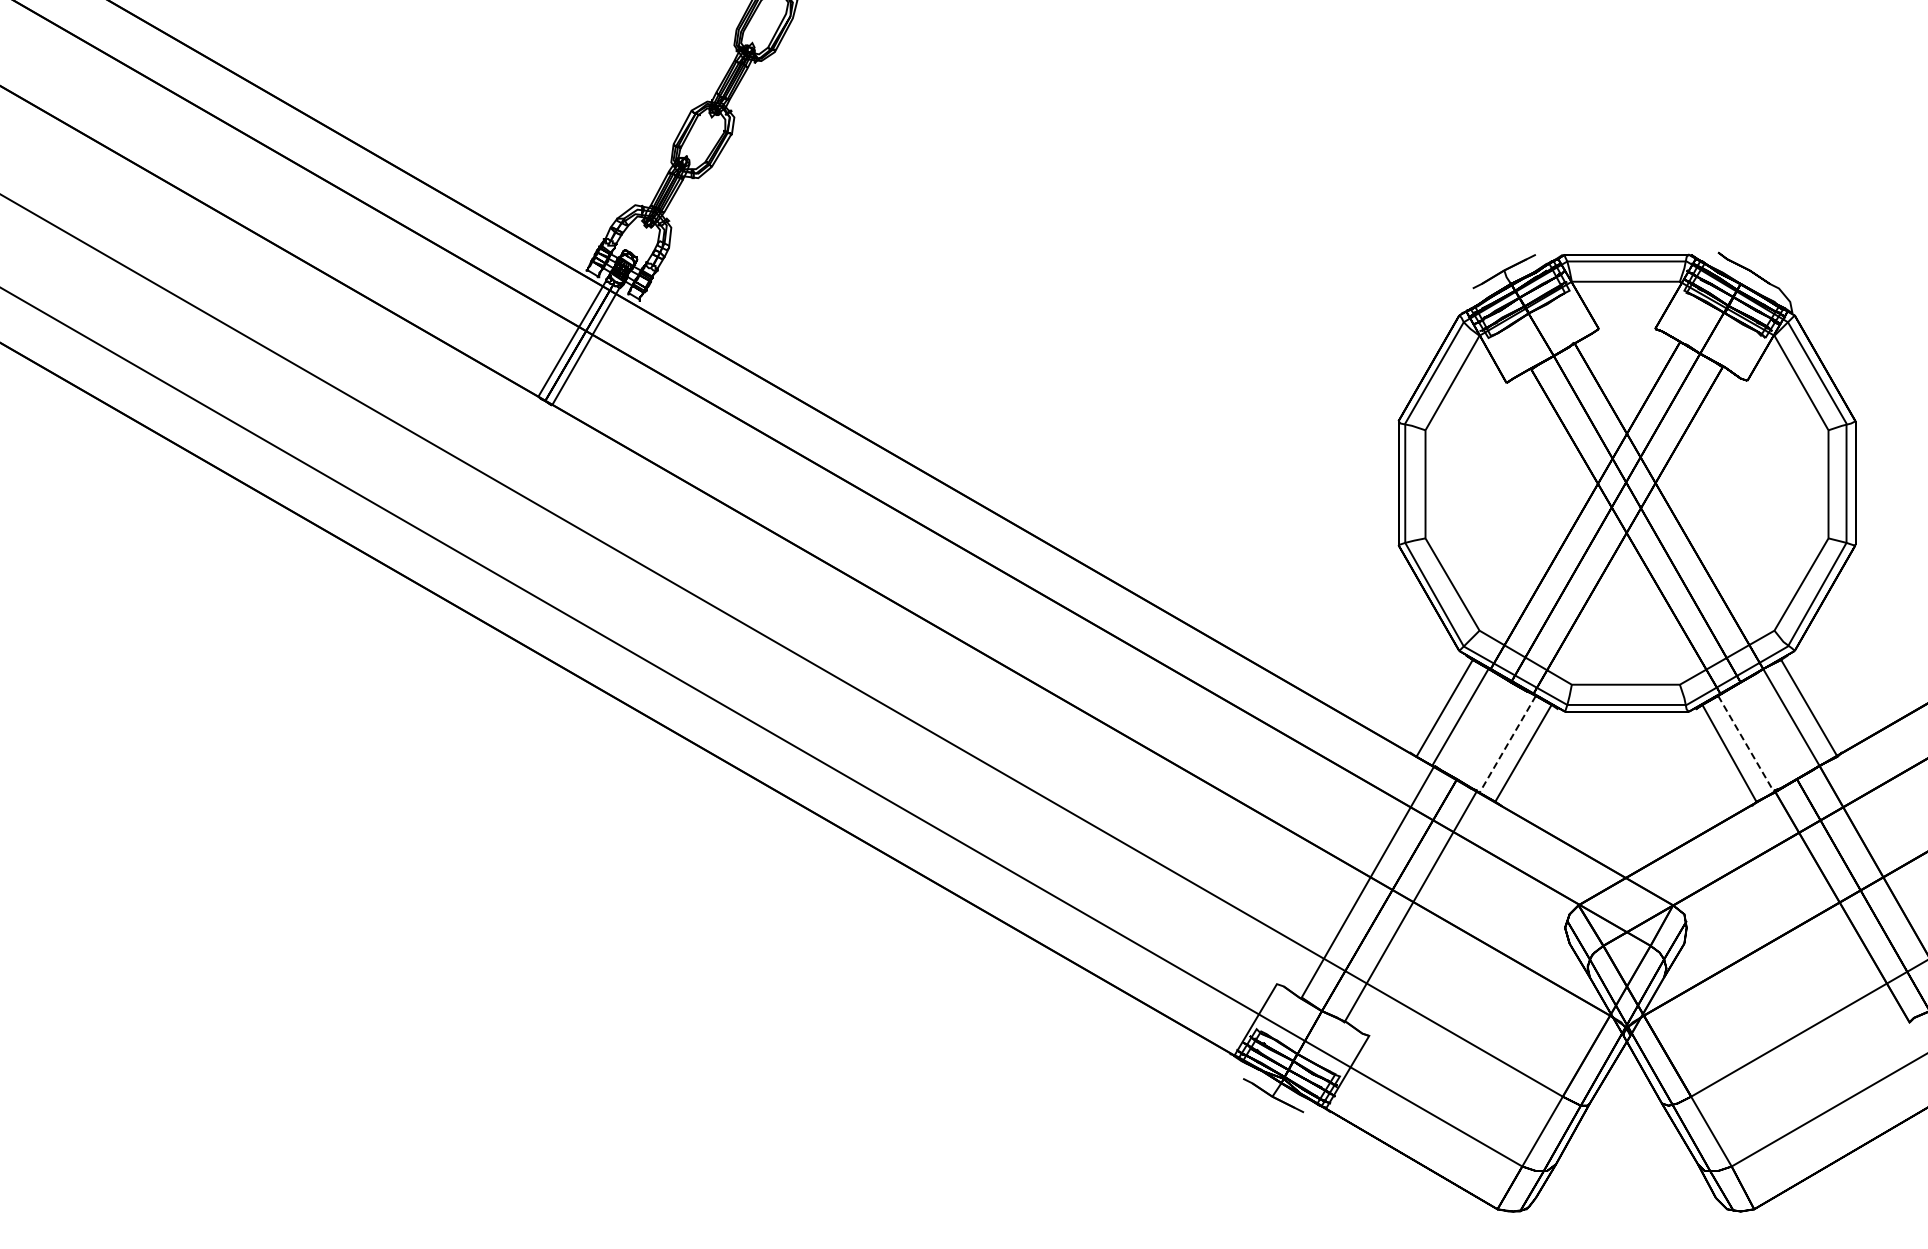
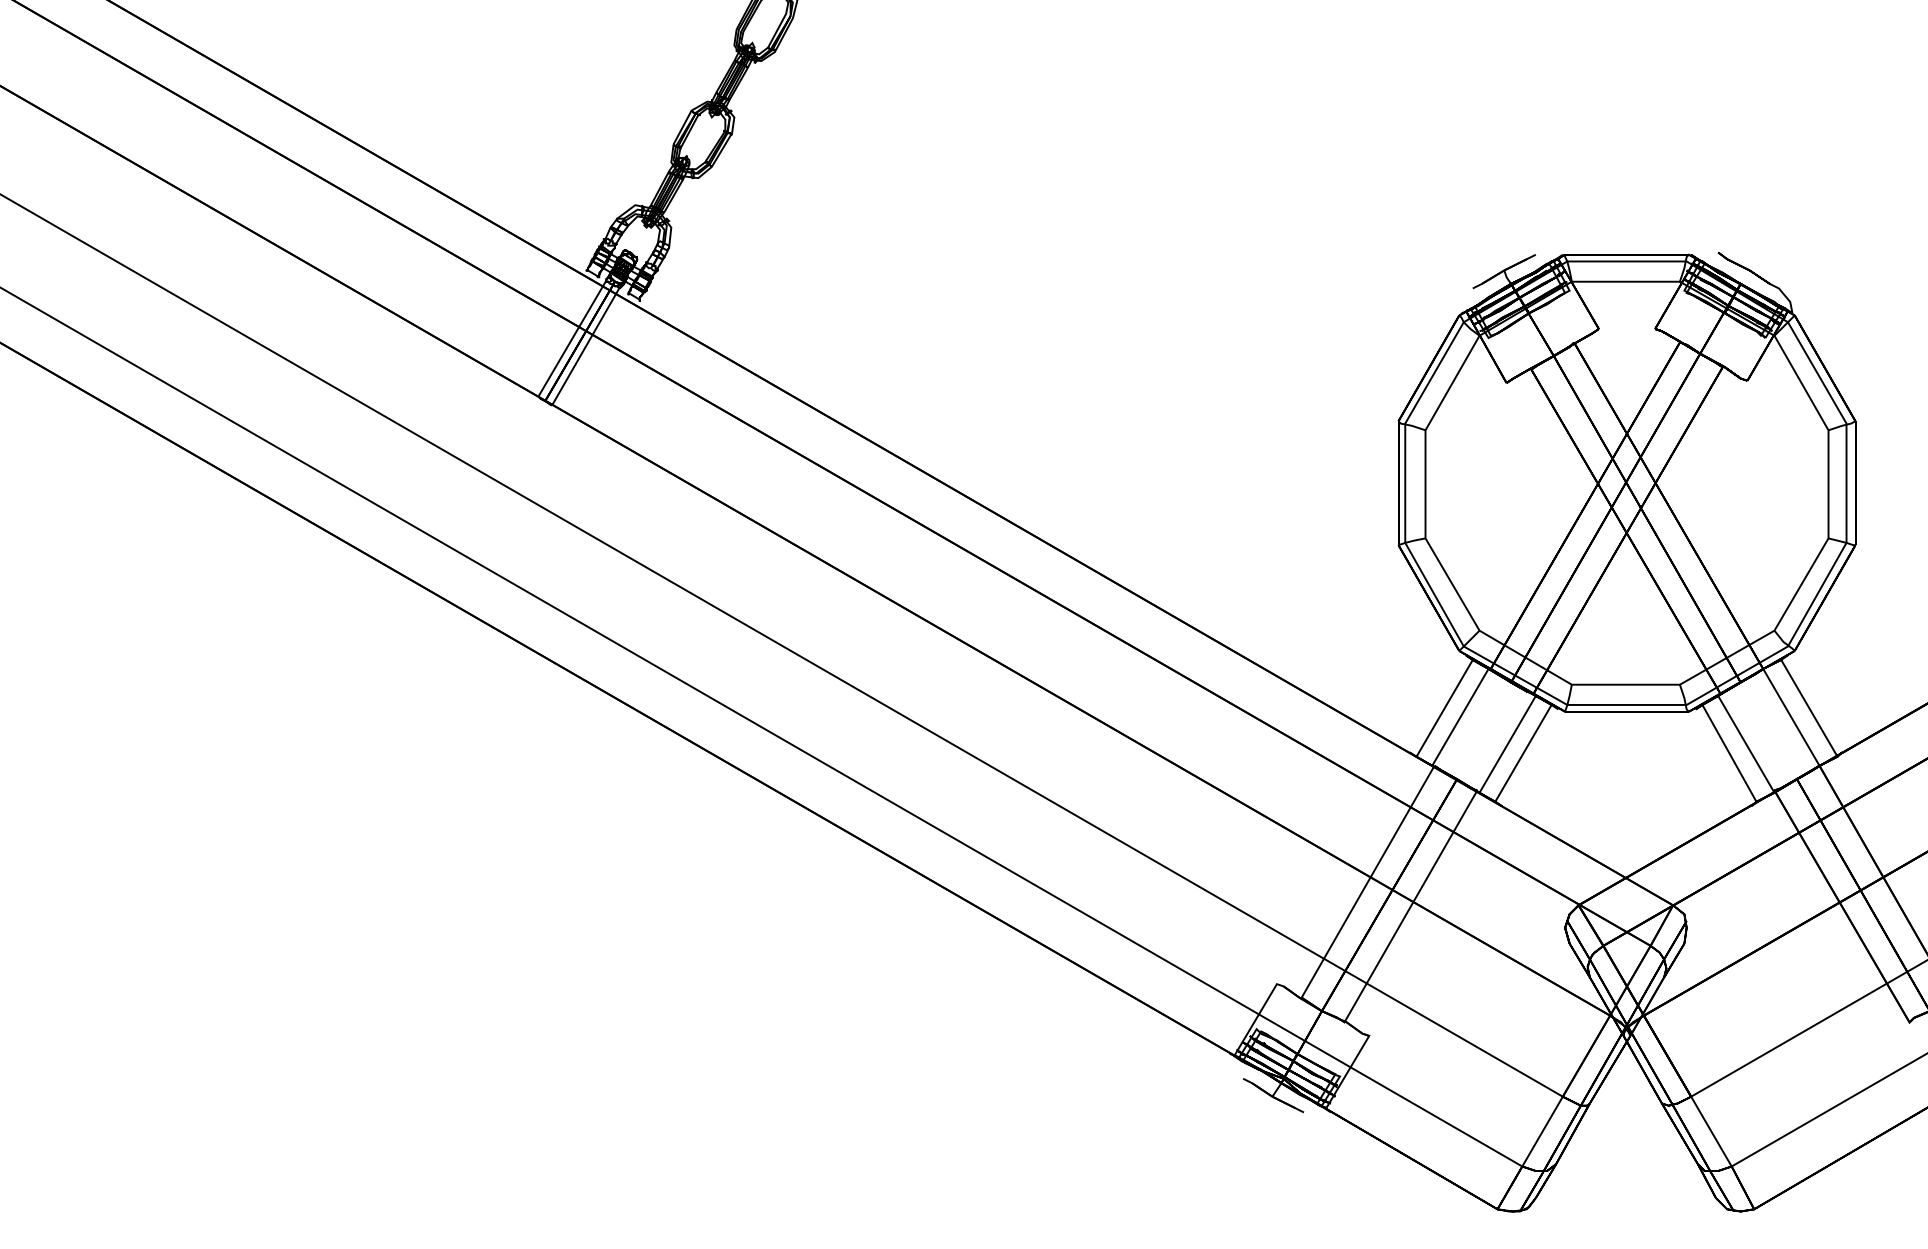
line at (1507, 744): dashed -> solid
line at (1746, 744): dashed -> solid
